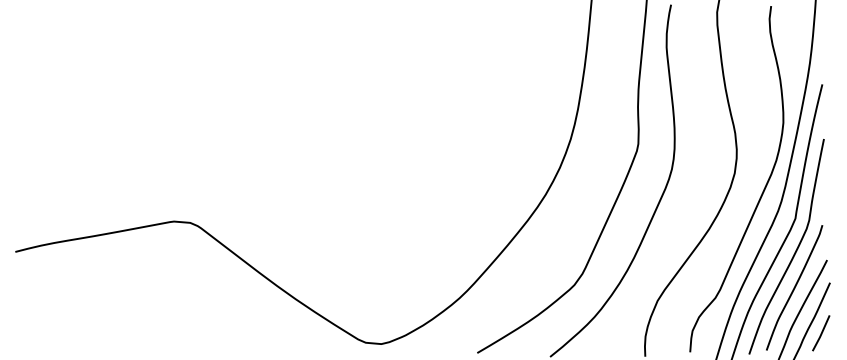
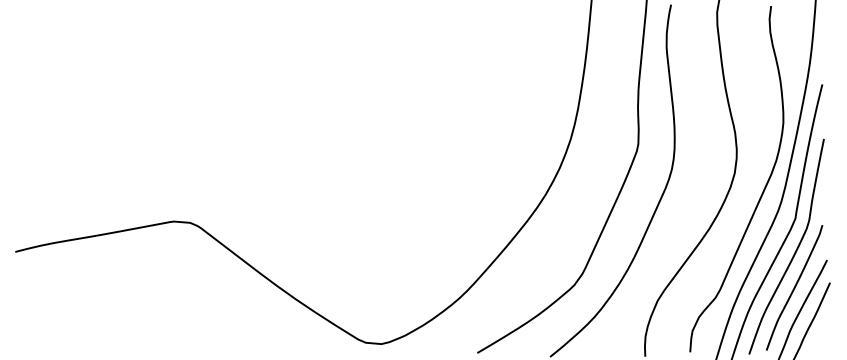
line at (821, 333): present -> none
